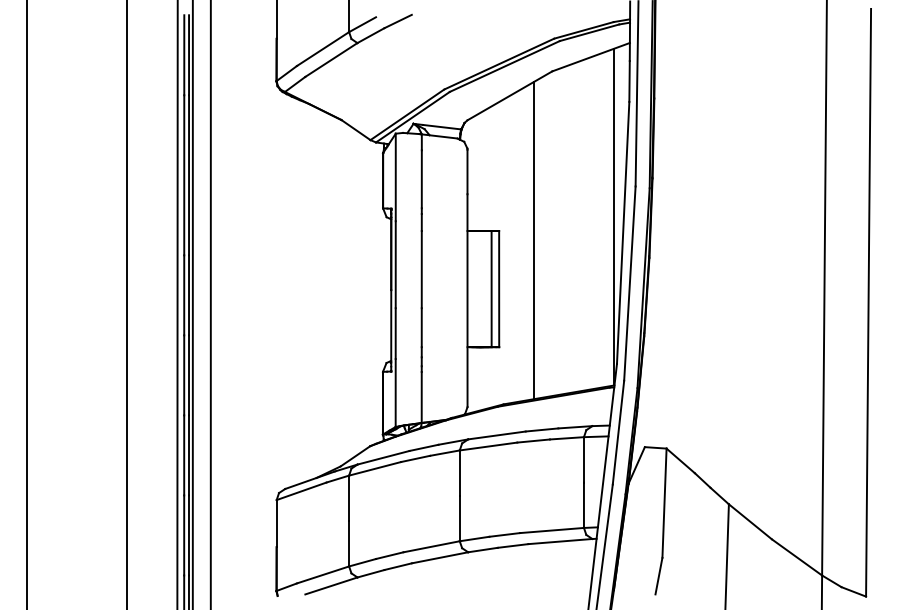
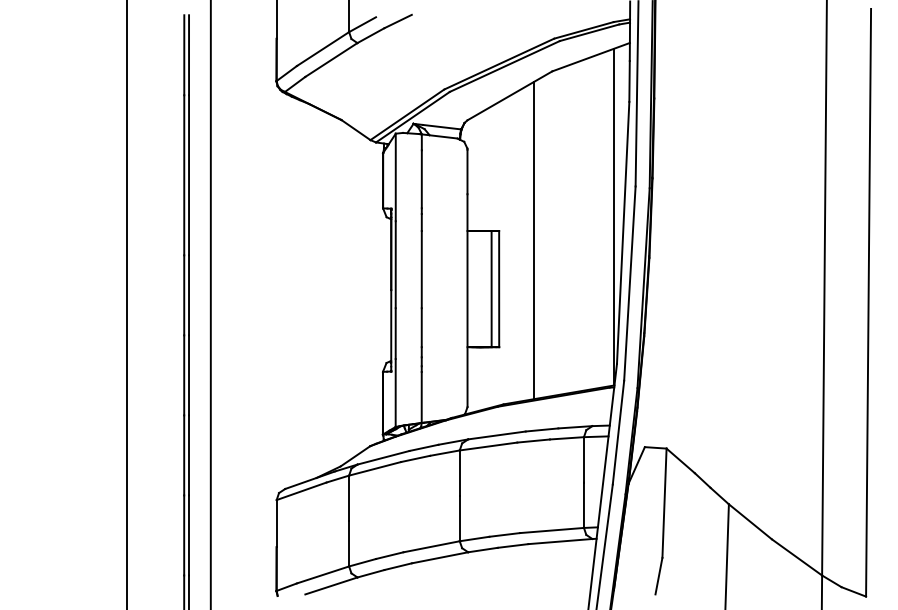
line at (26, 304): present -> none
line at (177, 304): present -> none
line at (192, 304): present -> none
